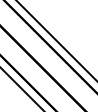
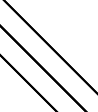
line at (56, 40): present -> none
line at (21, 88): present -> none
